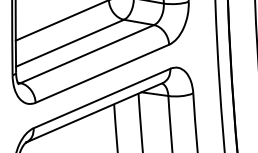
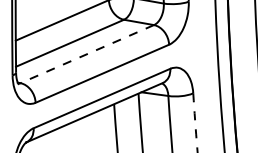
line at (87, 54): solid -> dashed
arc at (195, 123): solid -> dashed
